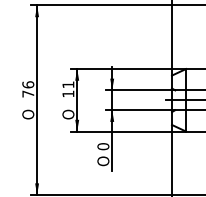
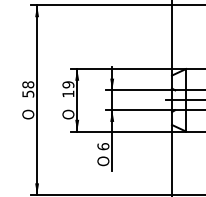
text at (68, 84): 11 -> 19
text at (28, 89): 76 -> 58
text at (103, 146): 0 -> 6
